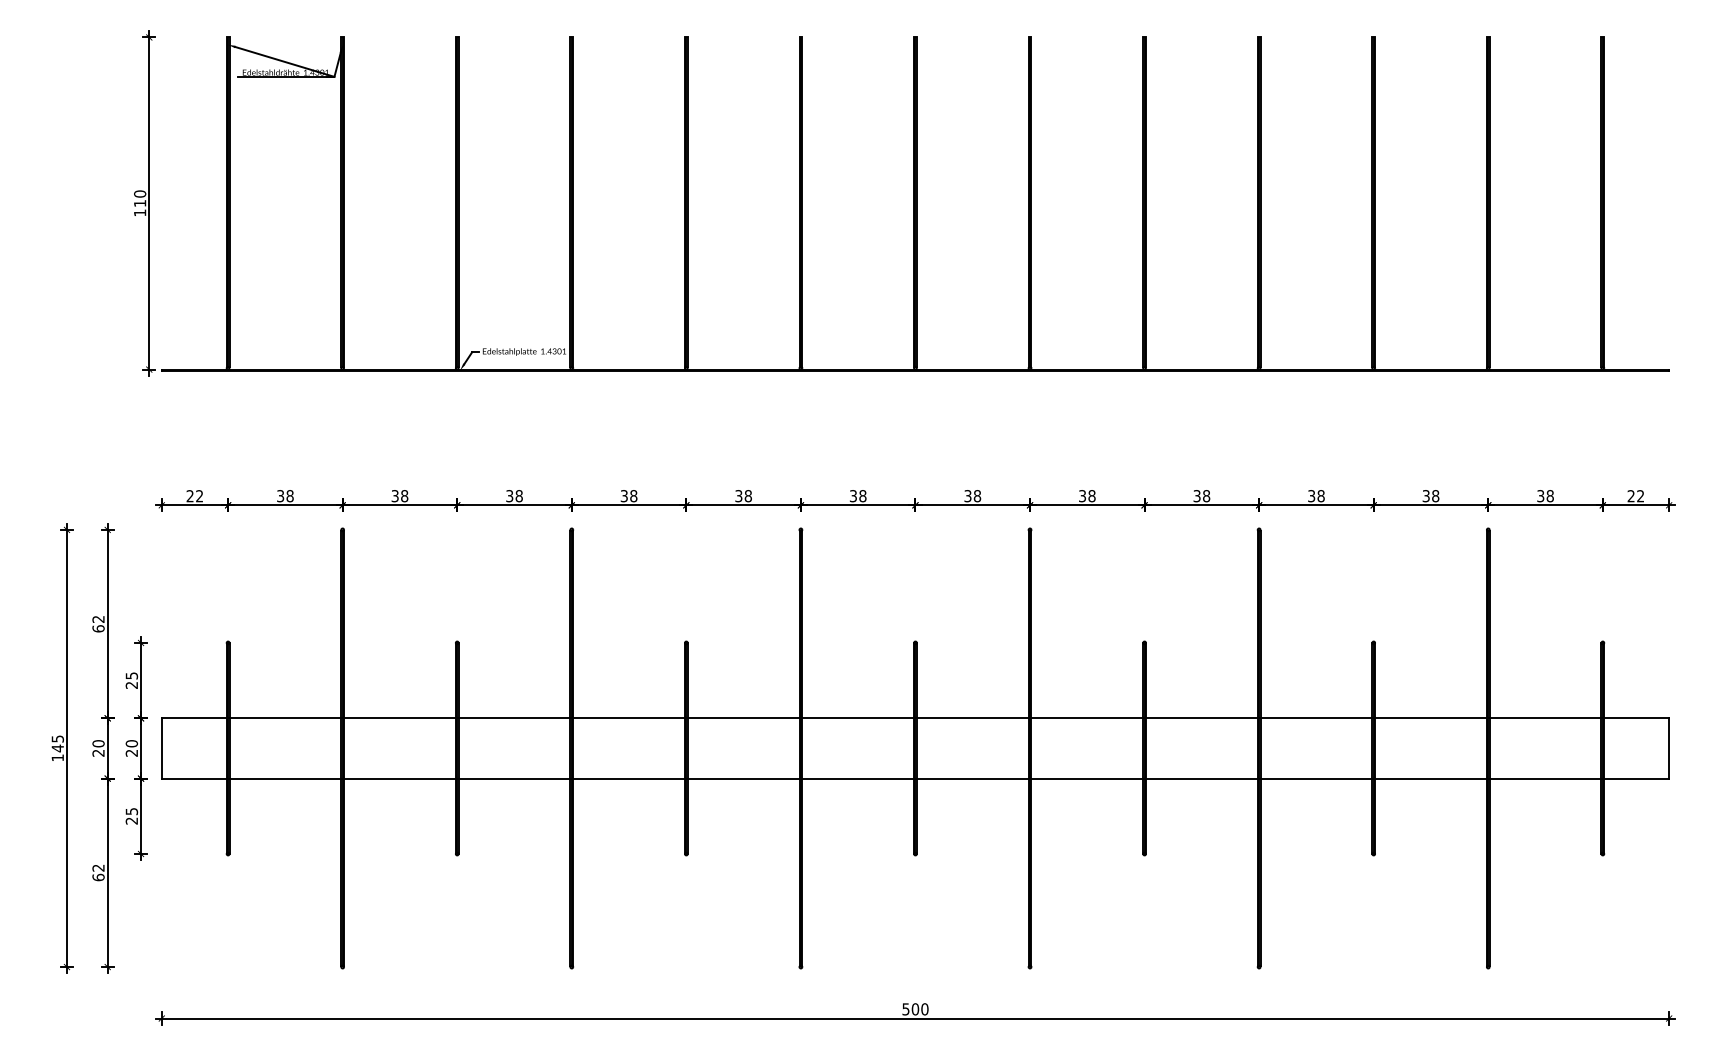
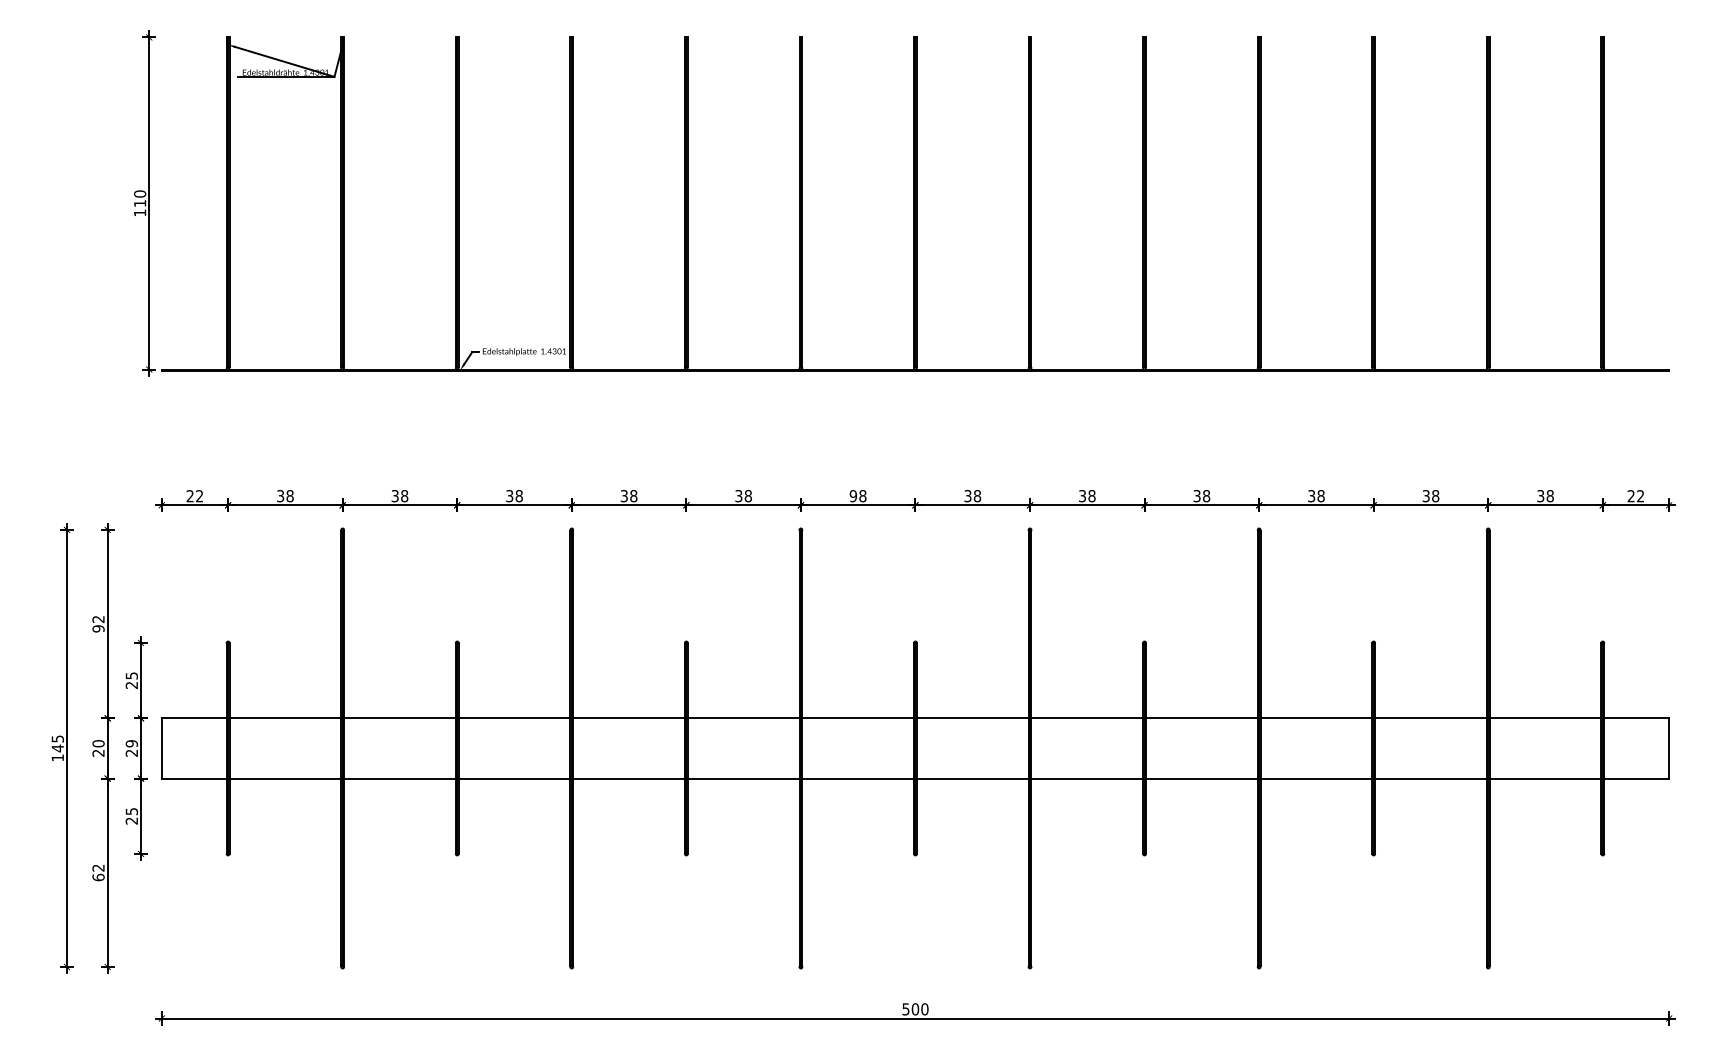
text at (853, 496): 38 -> 98
text at (98, 628): 62 -> 92
text at (131, 743): 20 -> 29
